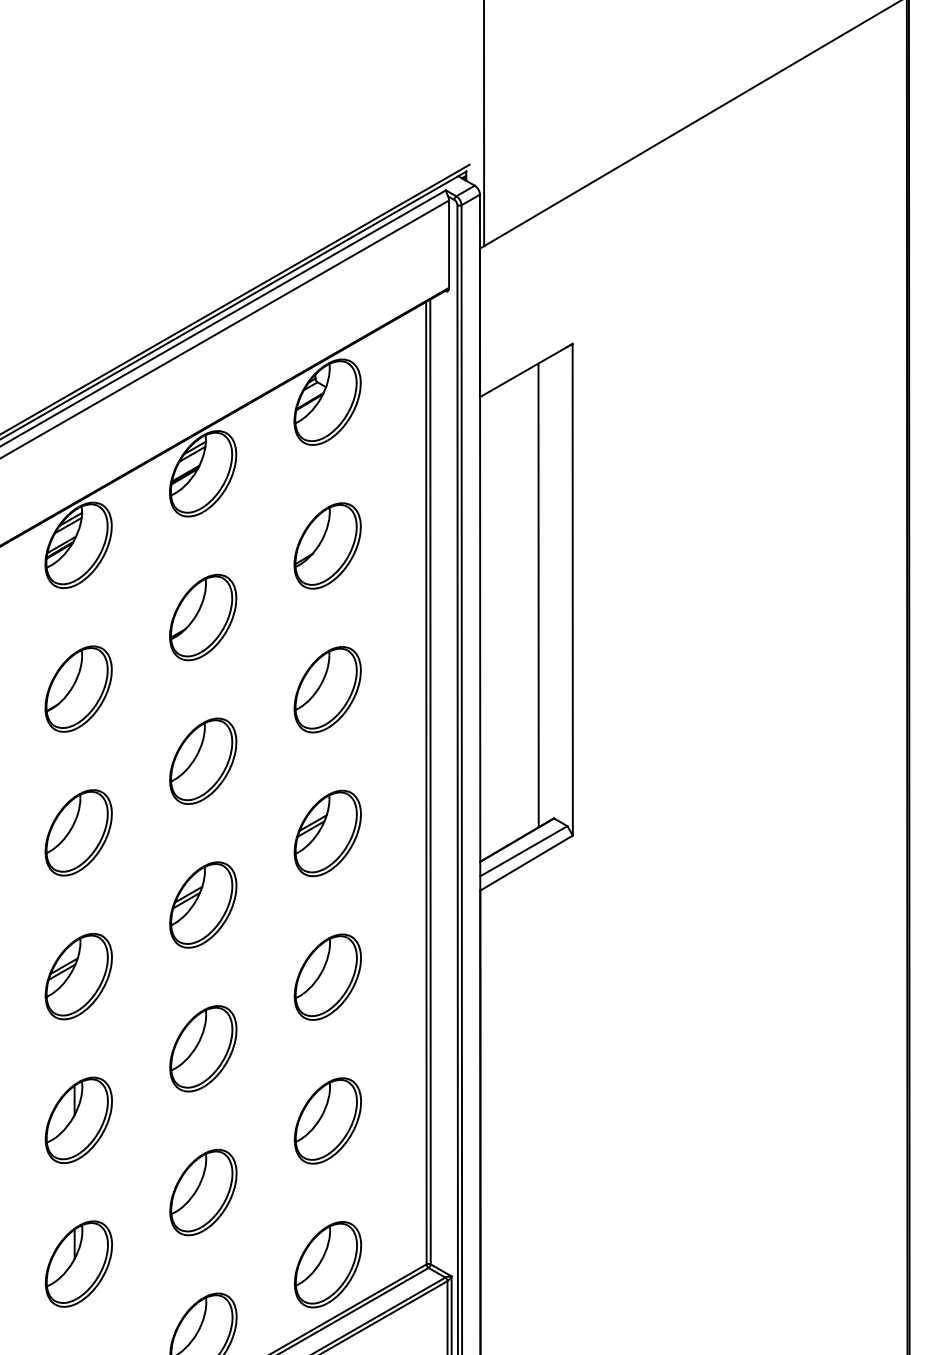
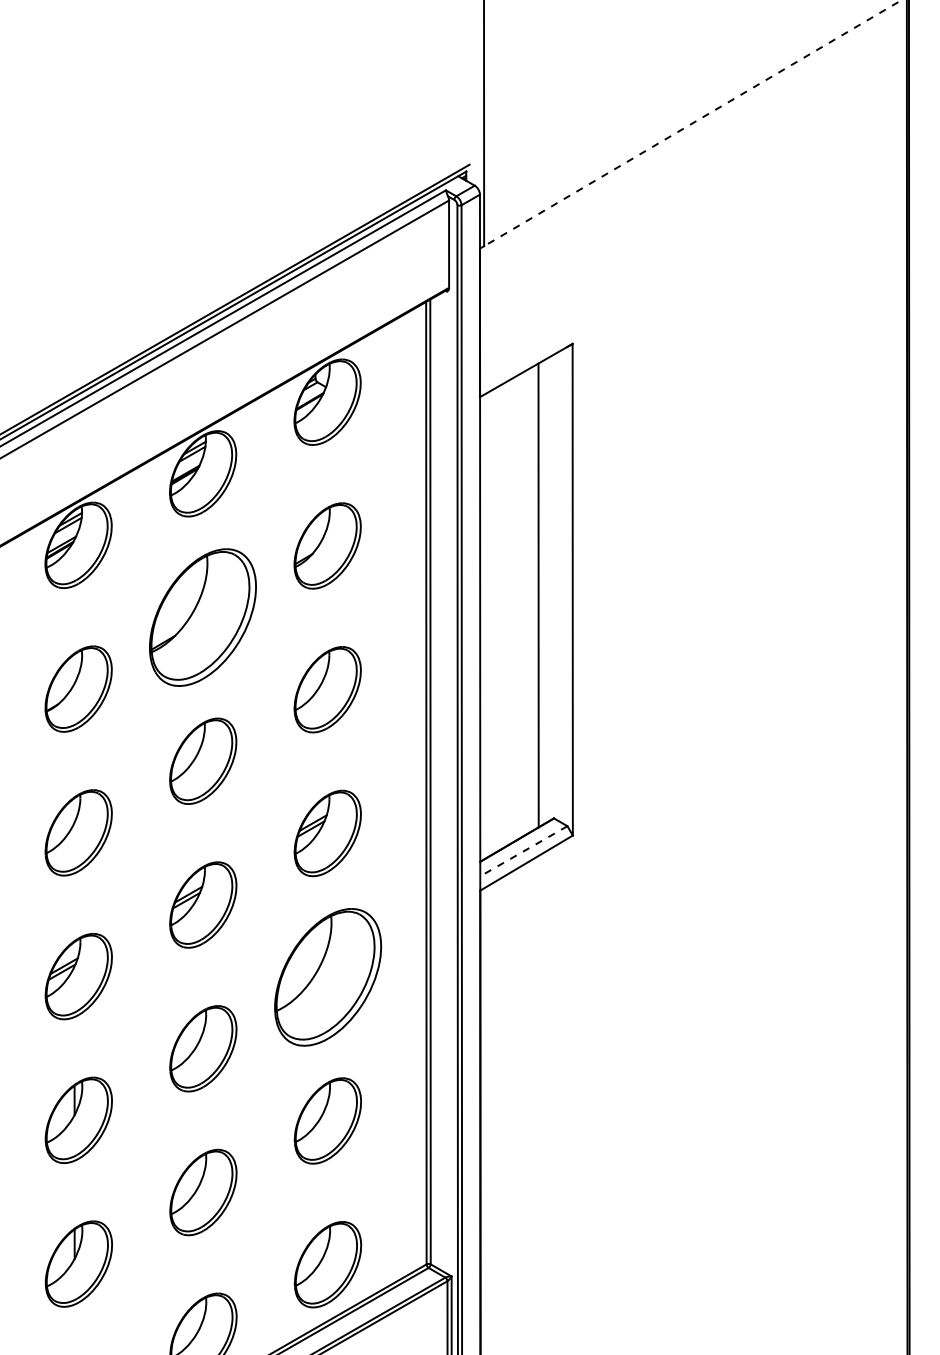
line at (692, 123): solid -> dashed
part at (203, 617) size: 69x89 px -> 108x139 px
line at (523, 851): solid -> dashed
part at (327, 976) size: 69x88 px -> 109x139 px
